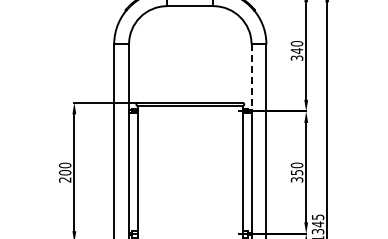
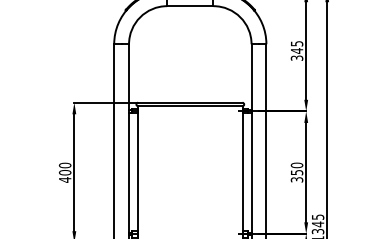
text at (296, 43): 340 -> 345
line at (251, 77): dashed -> solid
text at (64, 179): 200 -> 400
